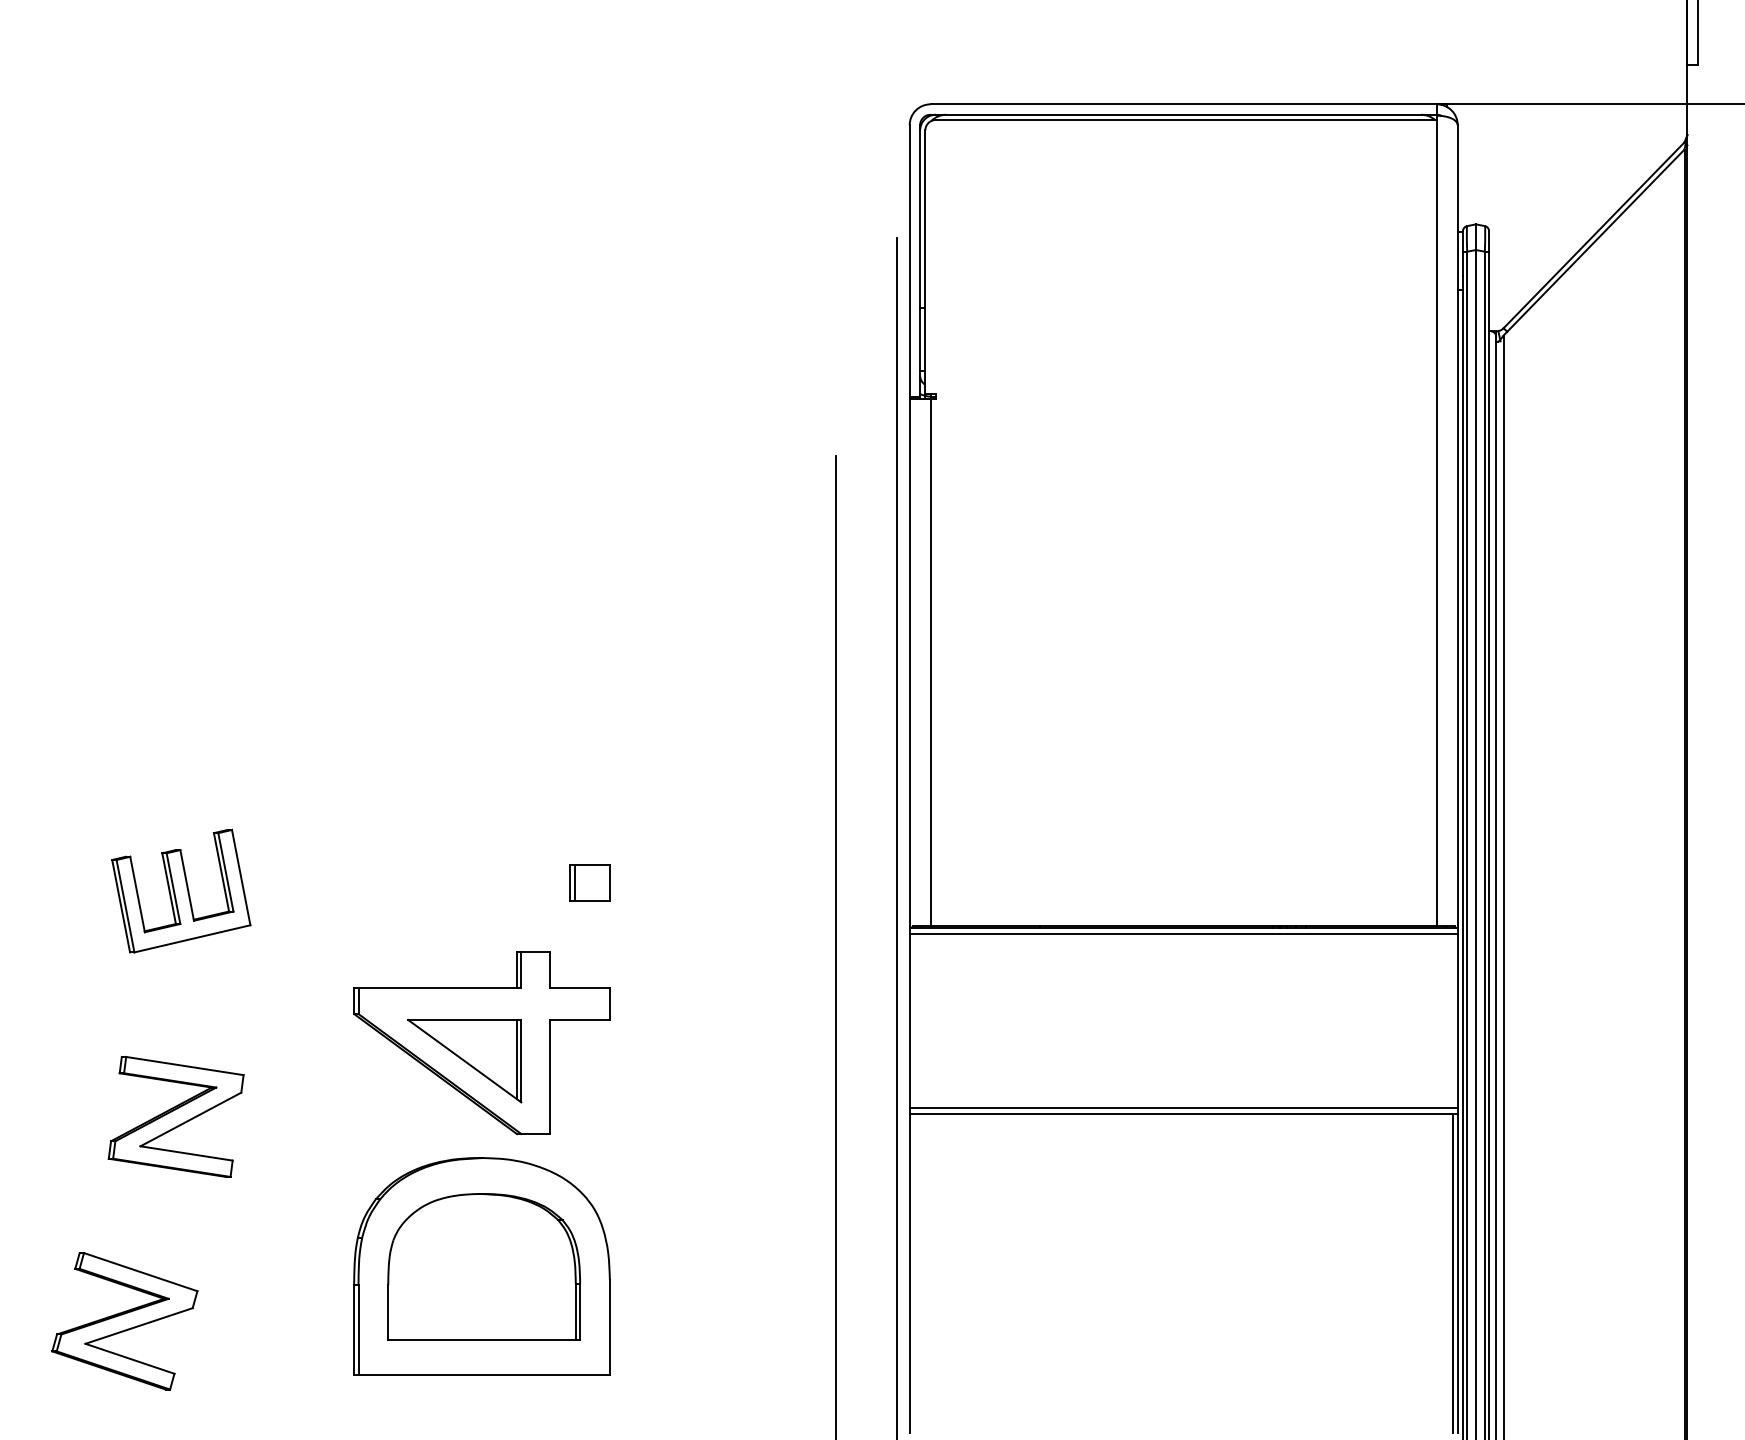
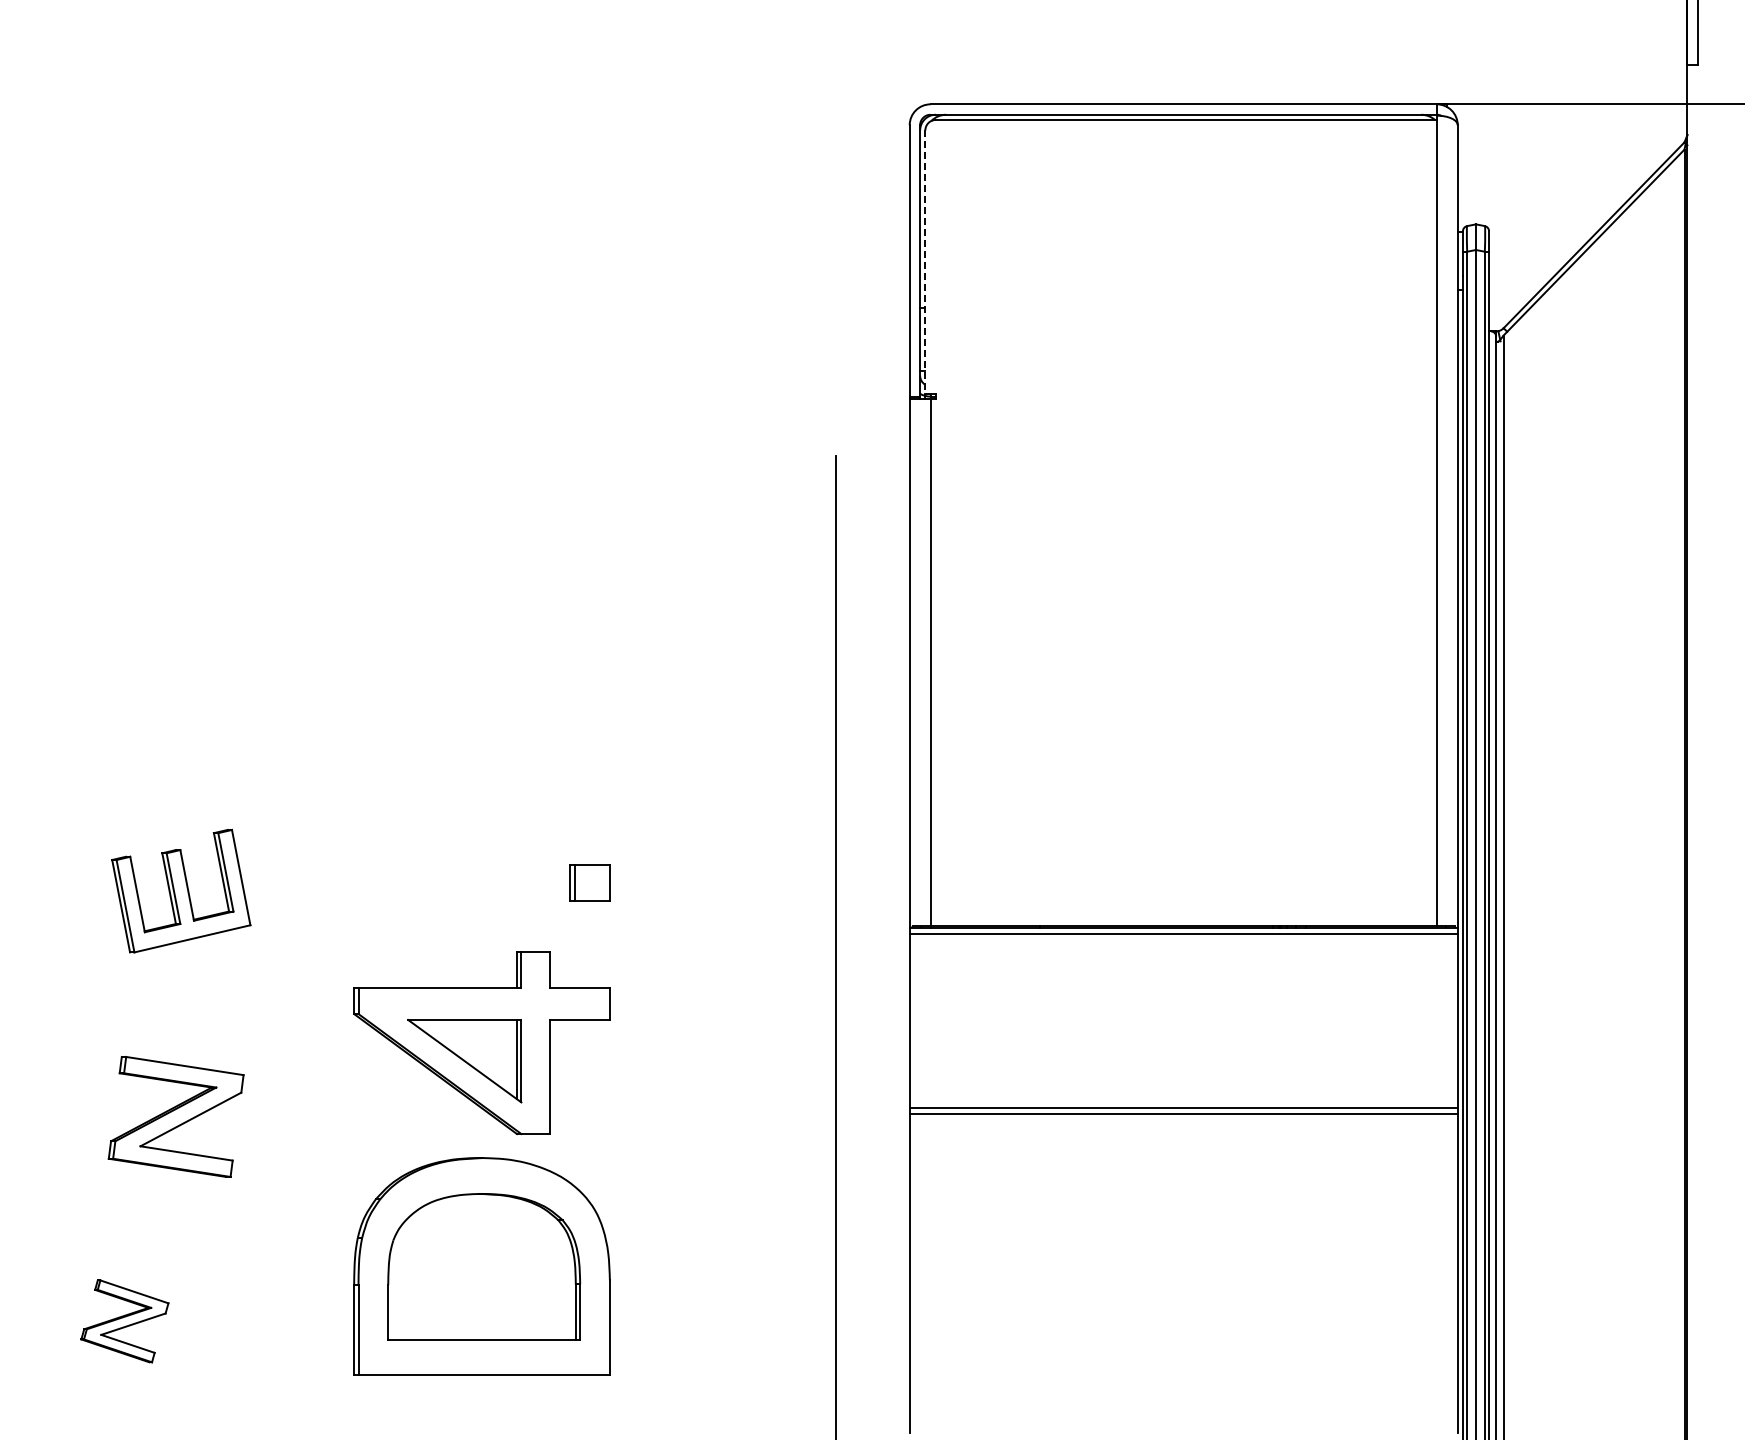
line at (925, 262): solid -> dashed
line at (896, 837): present -> none
line at (1452, 1273): present -> none
part at (124, 1321) size: 148x139 px -> 90x85 px
